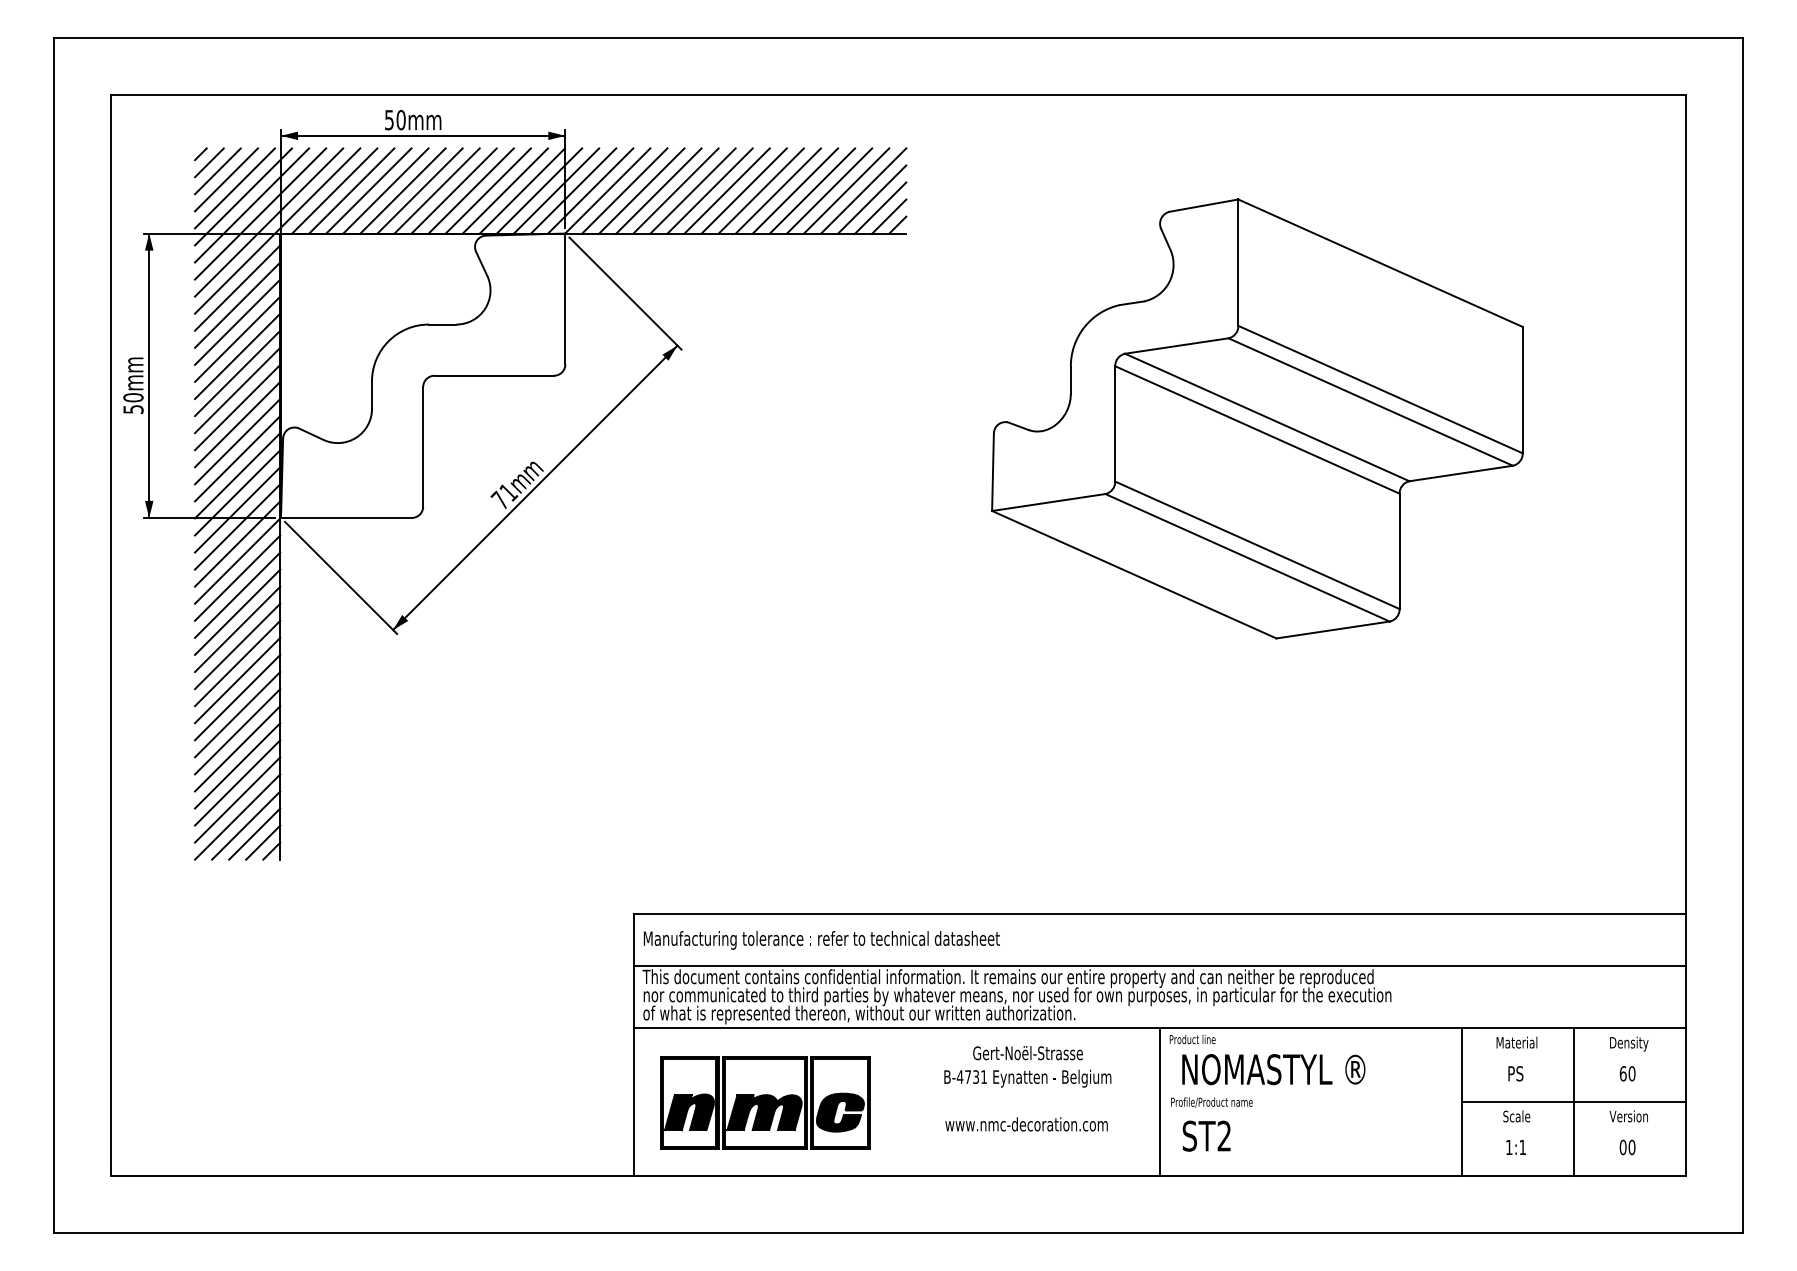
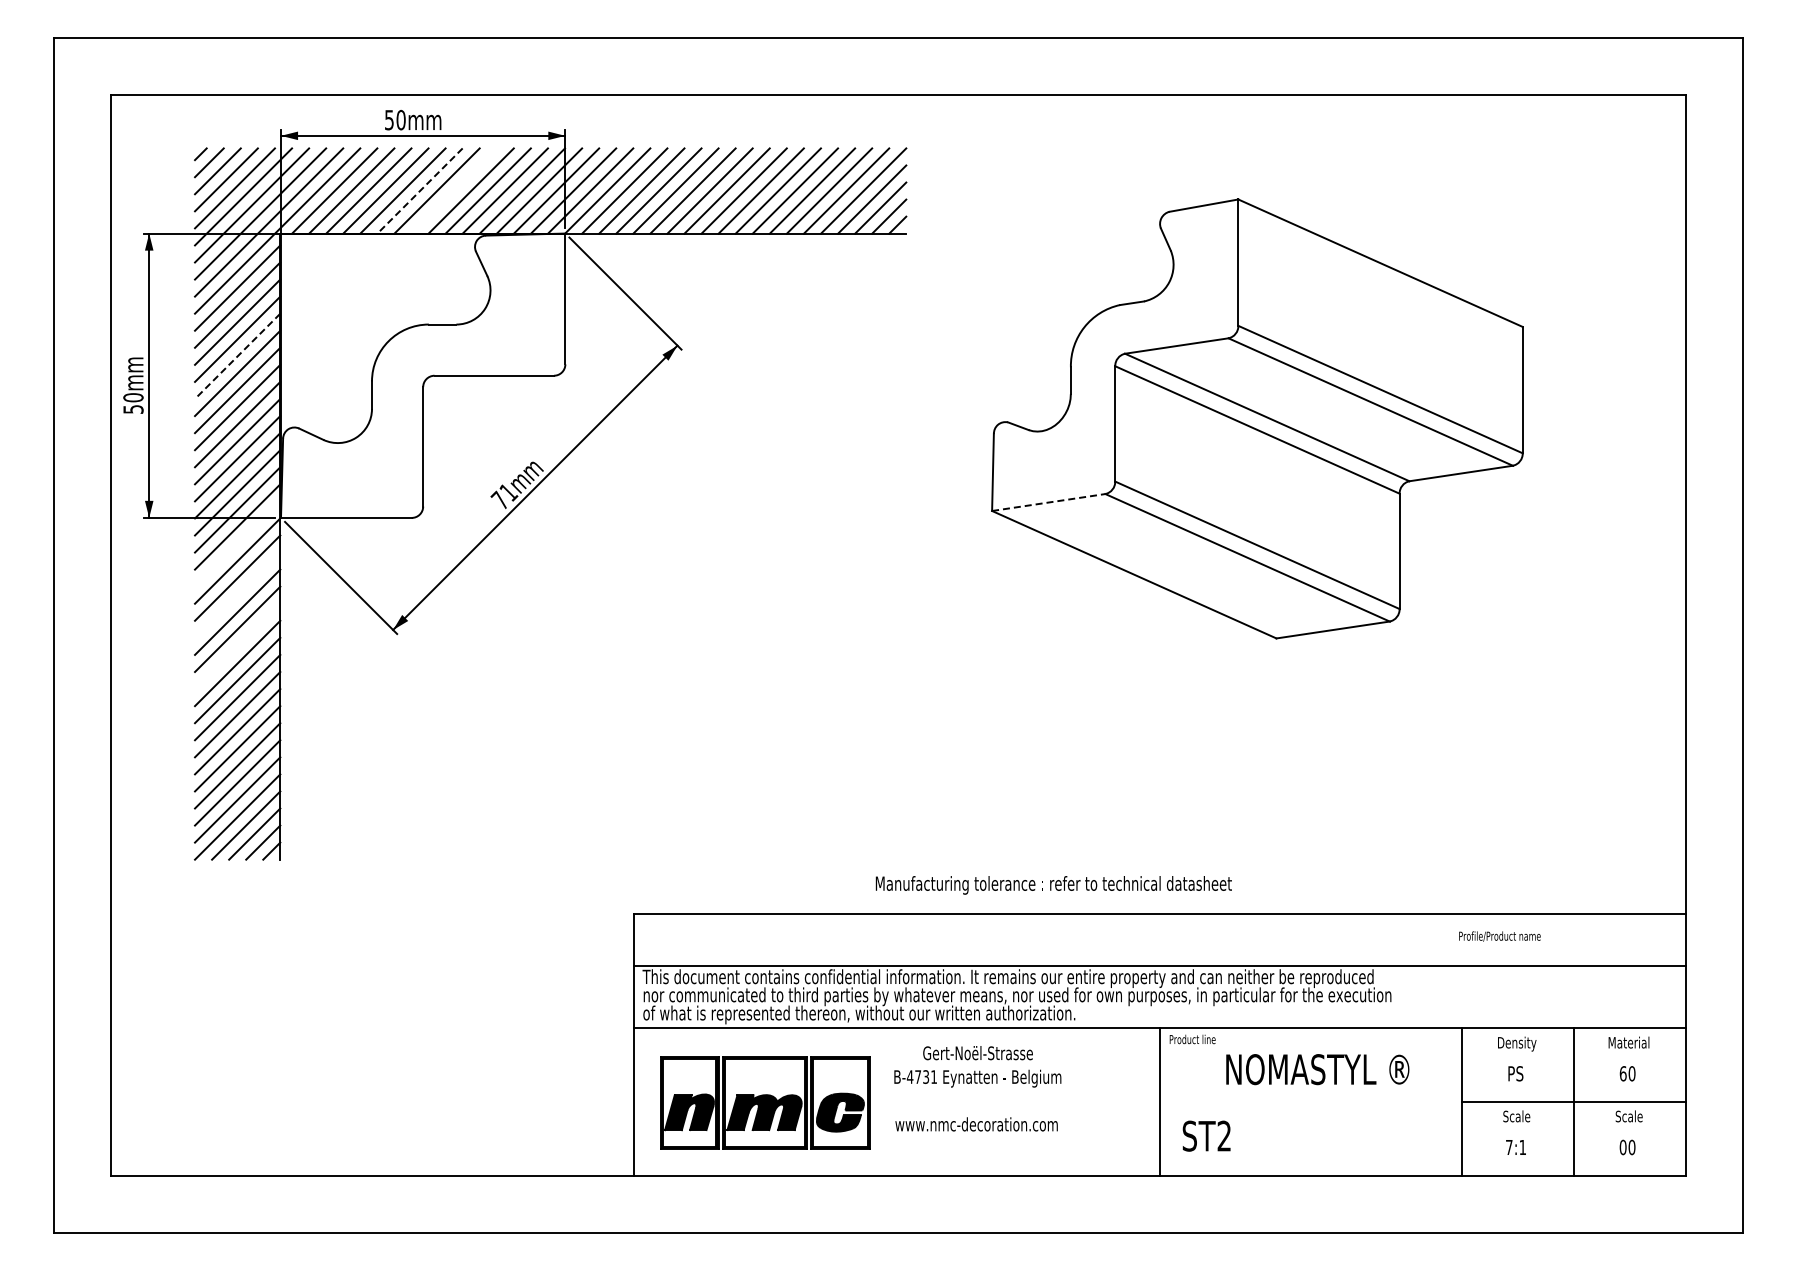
line at (453, 190): present -> none
line at (419, 191): solid -> dashed
line at (237, 356): solid -> dashed
line at (1049, 502): solid -> dashed
line at (237, 543): present -> none
line at (237, 594): present -> none
line at (237, 646): present -> none
text at (821, 940) position: (821, 940) -> (1053, 885)
text at (1516, 1043): Material -> Density
text at (1628, 1043): Density -> Material
text at (1273, 1069) position: (1273, 1069) -> (1317, 1069)
text at (1027, 1088) position: (1027, 1088) -> (977, 1088)
text at (1211, 1102) position: (1211, 1102) -> (1499, 936)
text at (1628, 1116): Version -> Scale
text at (1509, 1147): 1:1 -> 7:1
